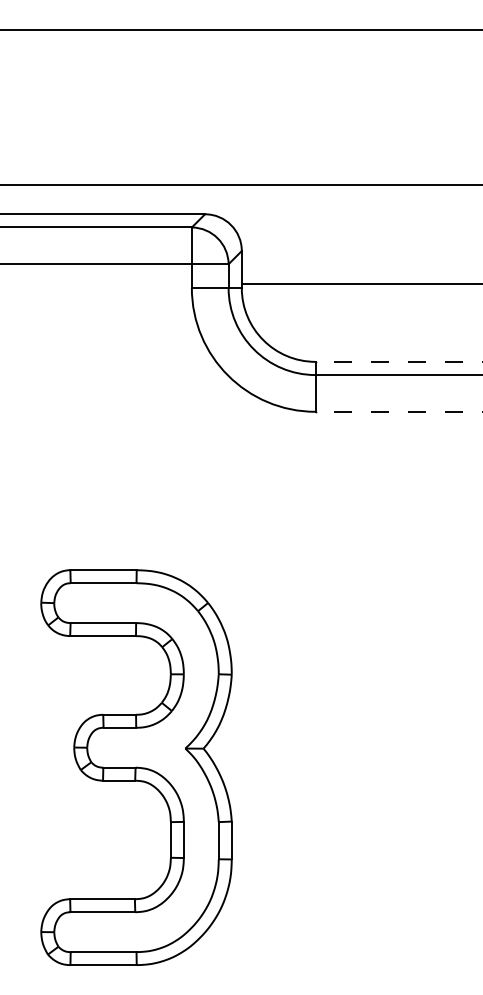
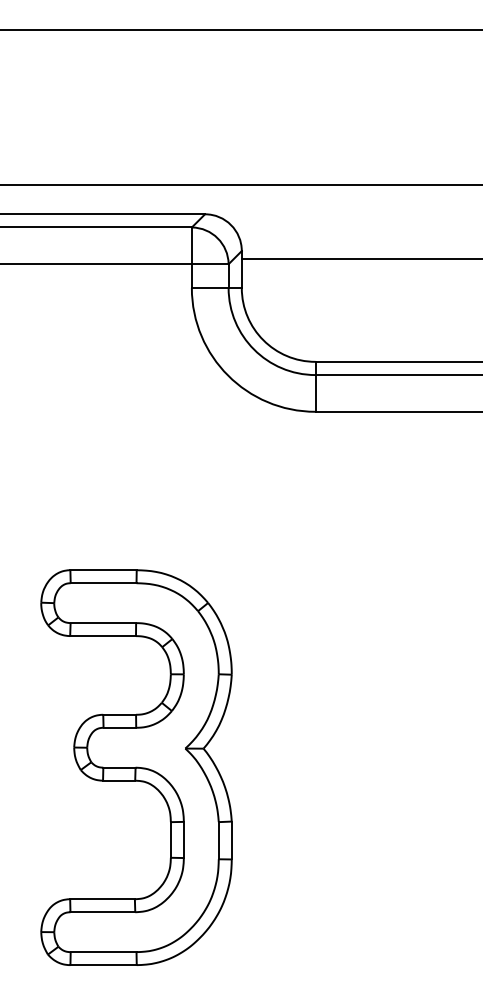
line at (360, 283) position: (360, 283) -> (360, 258)
line at (398, 361): dashed -> solid
line at (398, 411): dashed -> solid
